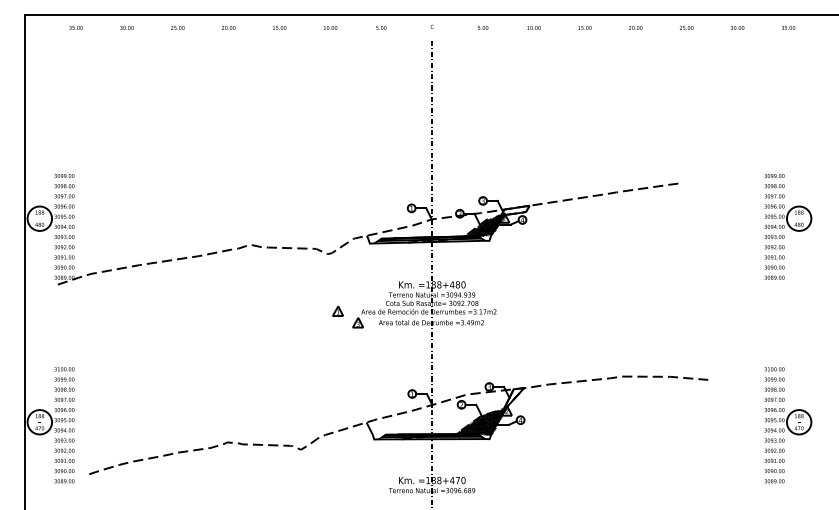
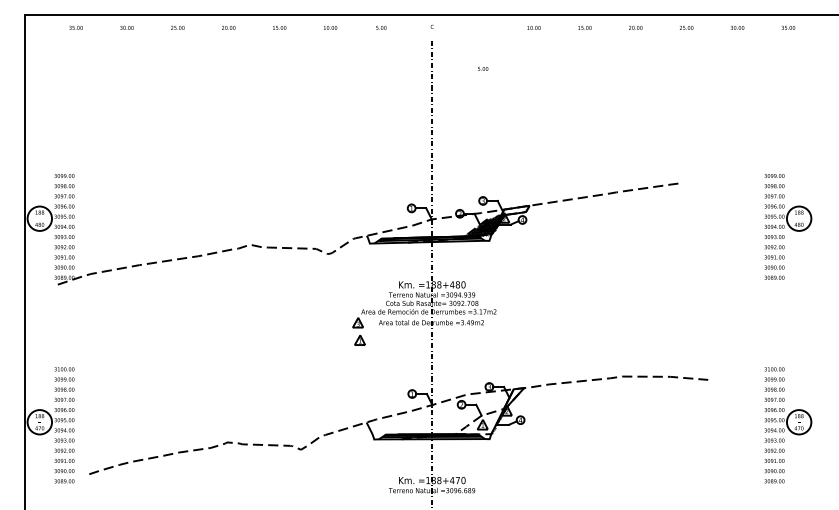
text at (483, 27) position: (483, 27) -> (483, 68)
part at (337, 310) position: (337, 310) -> (359, 339)
hatch at (479, 421): present -> none
